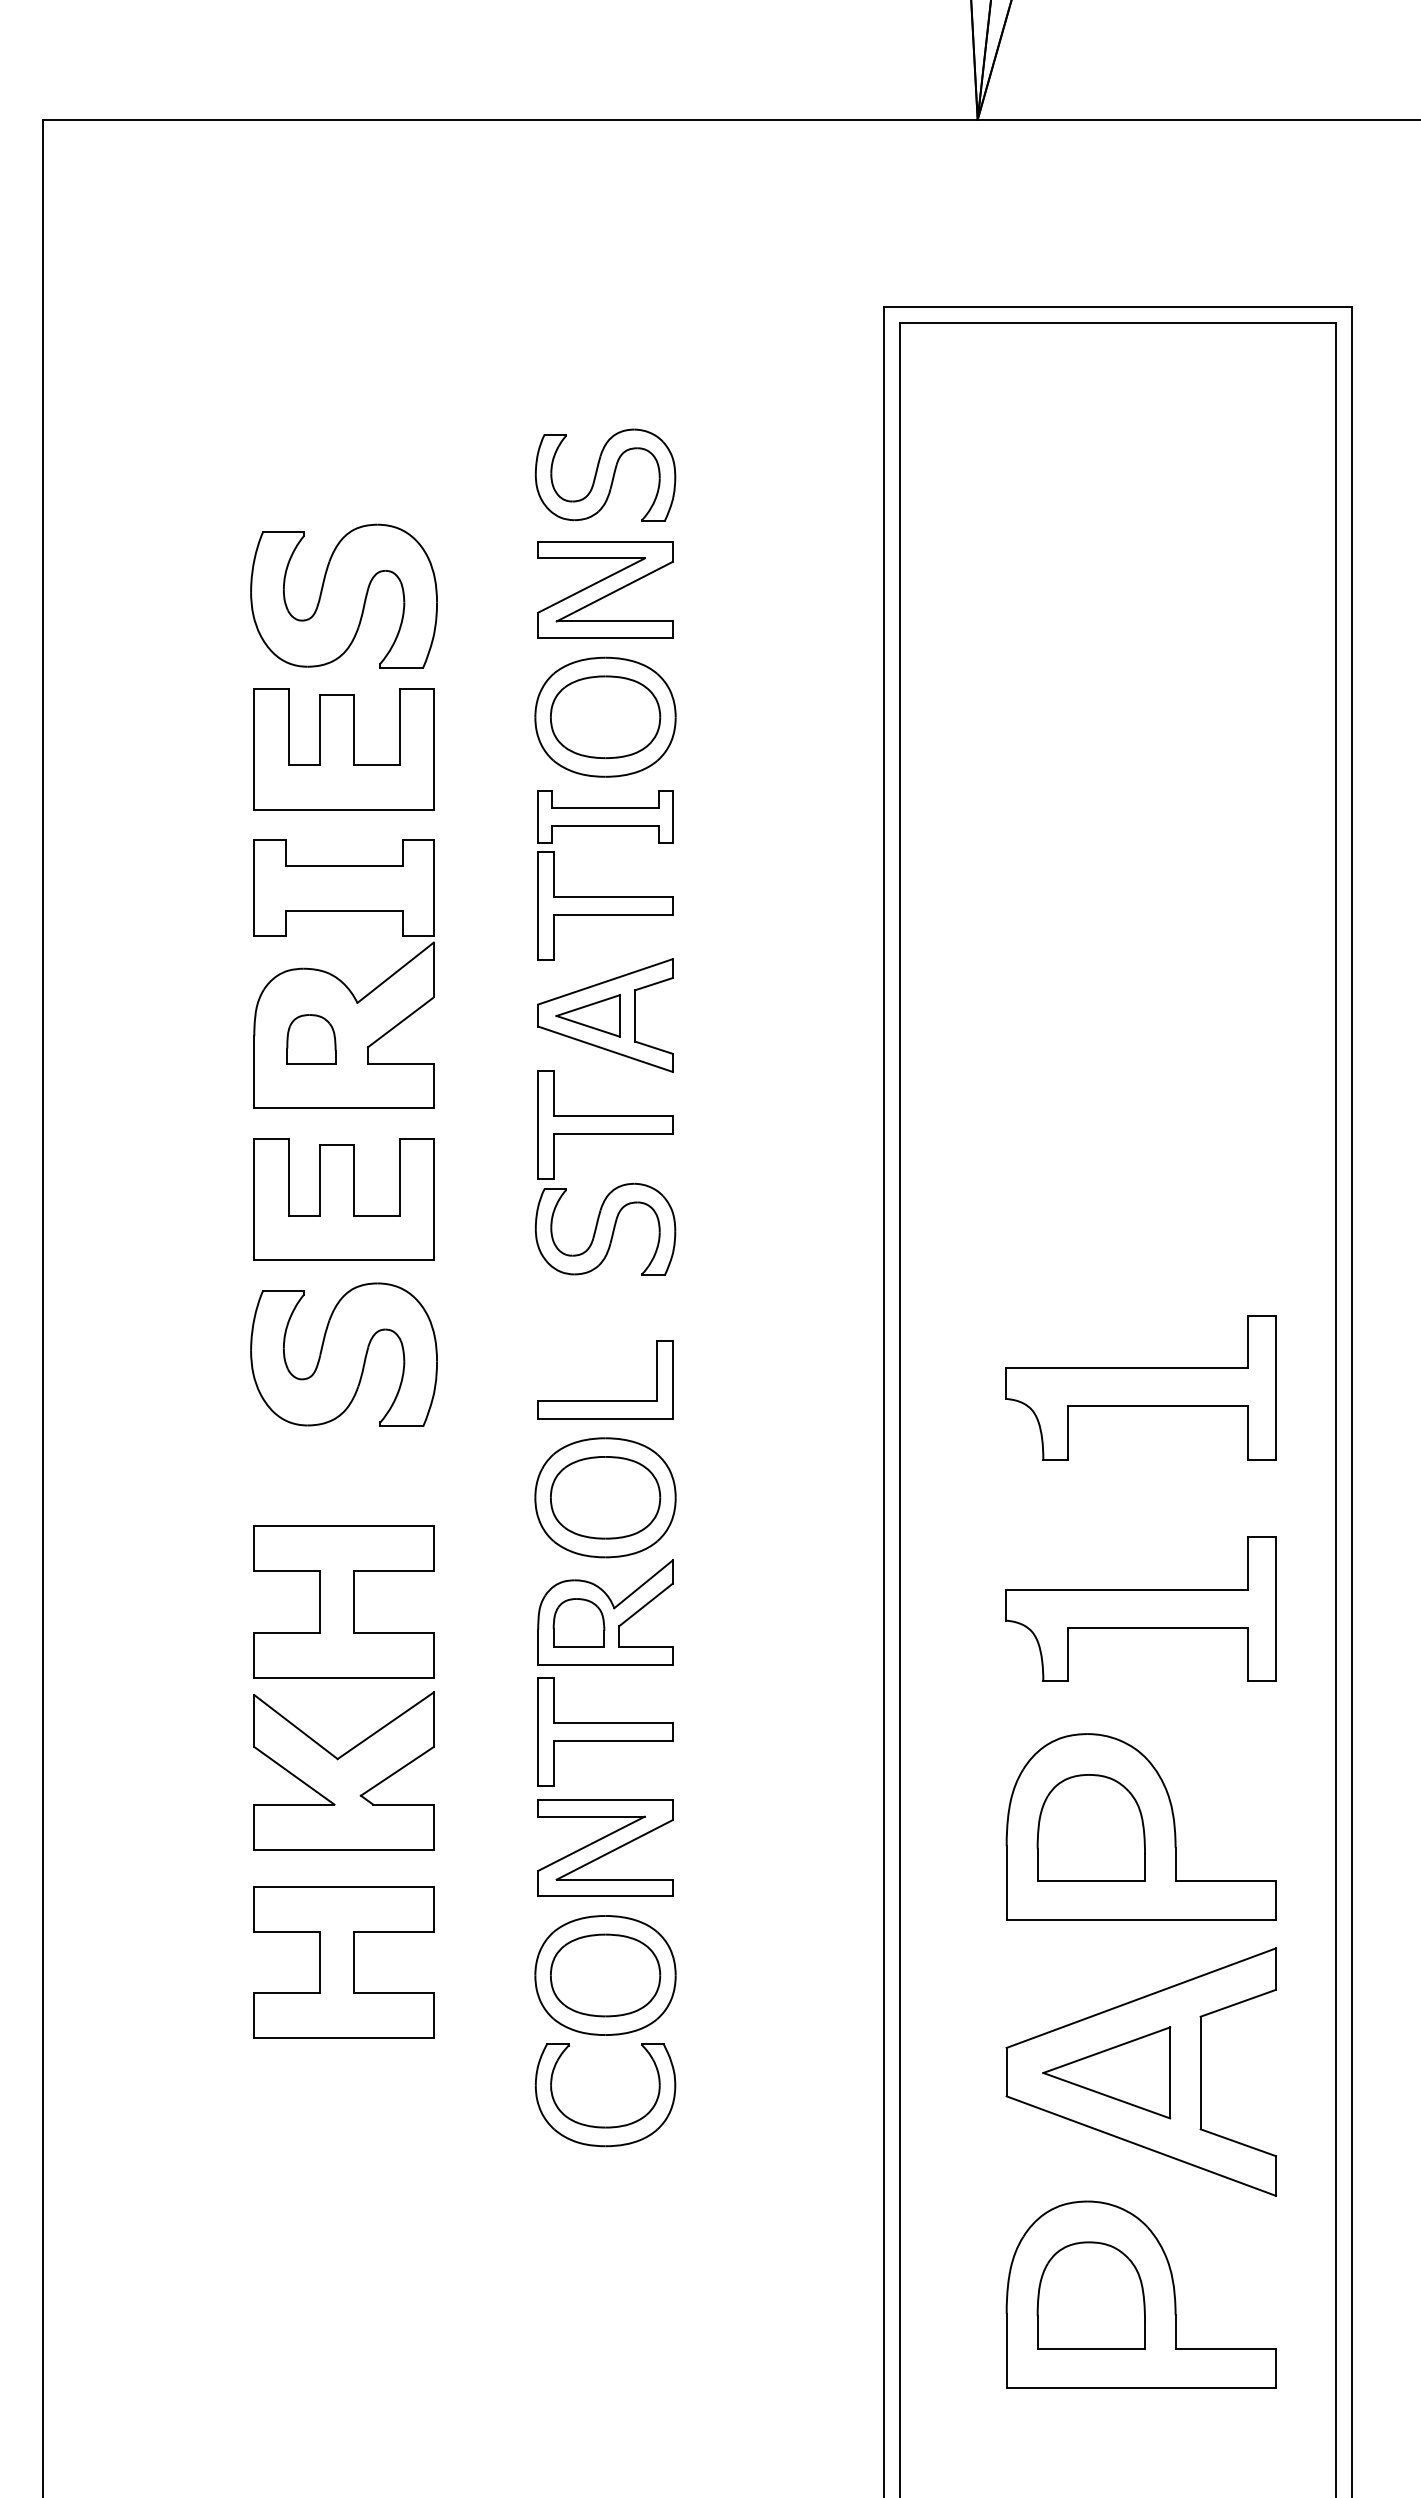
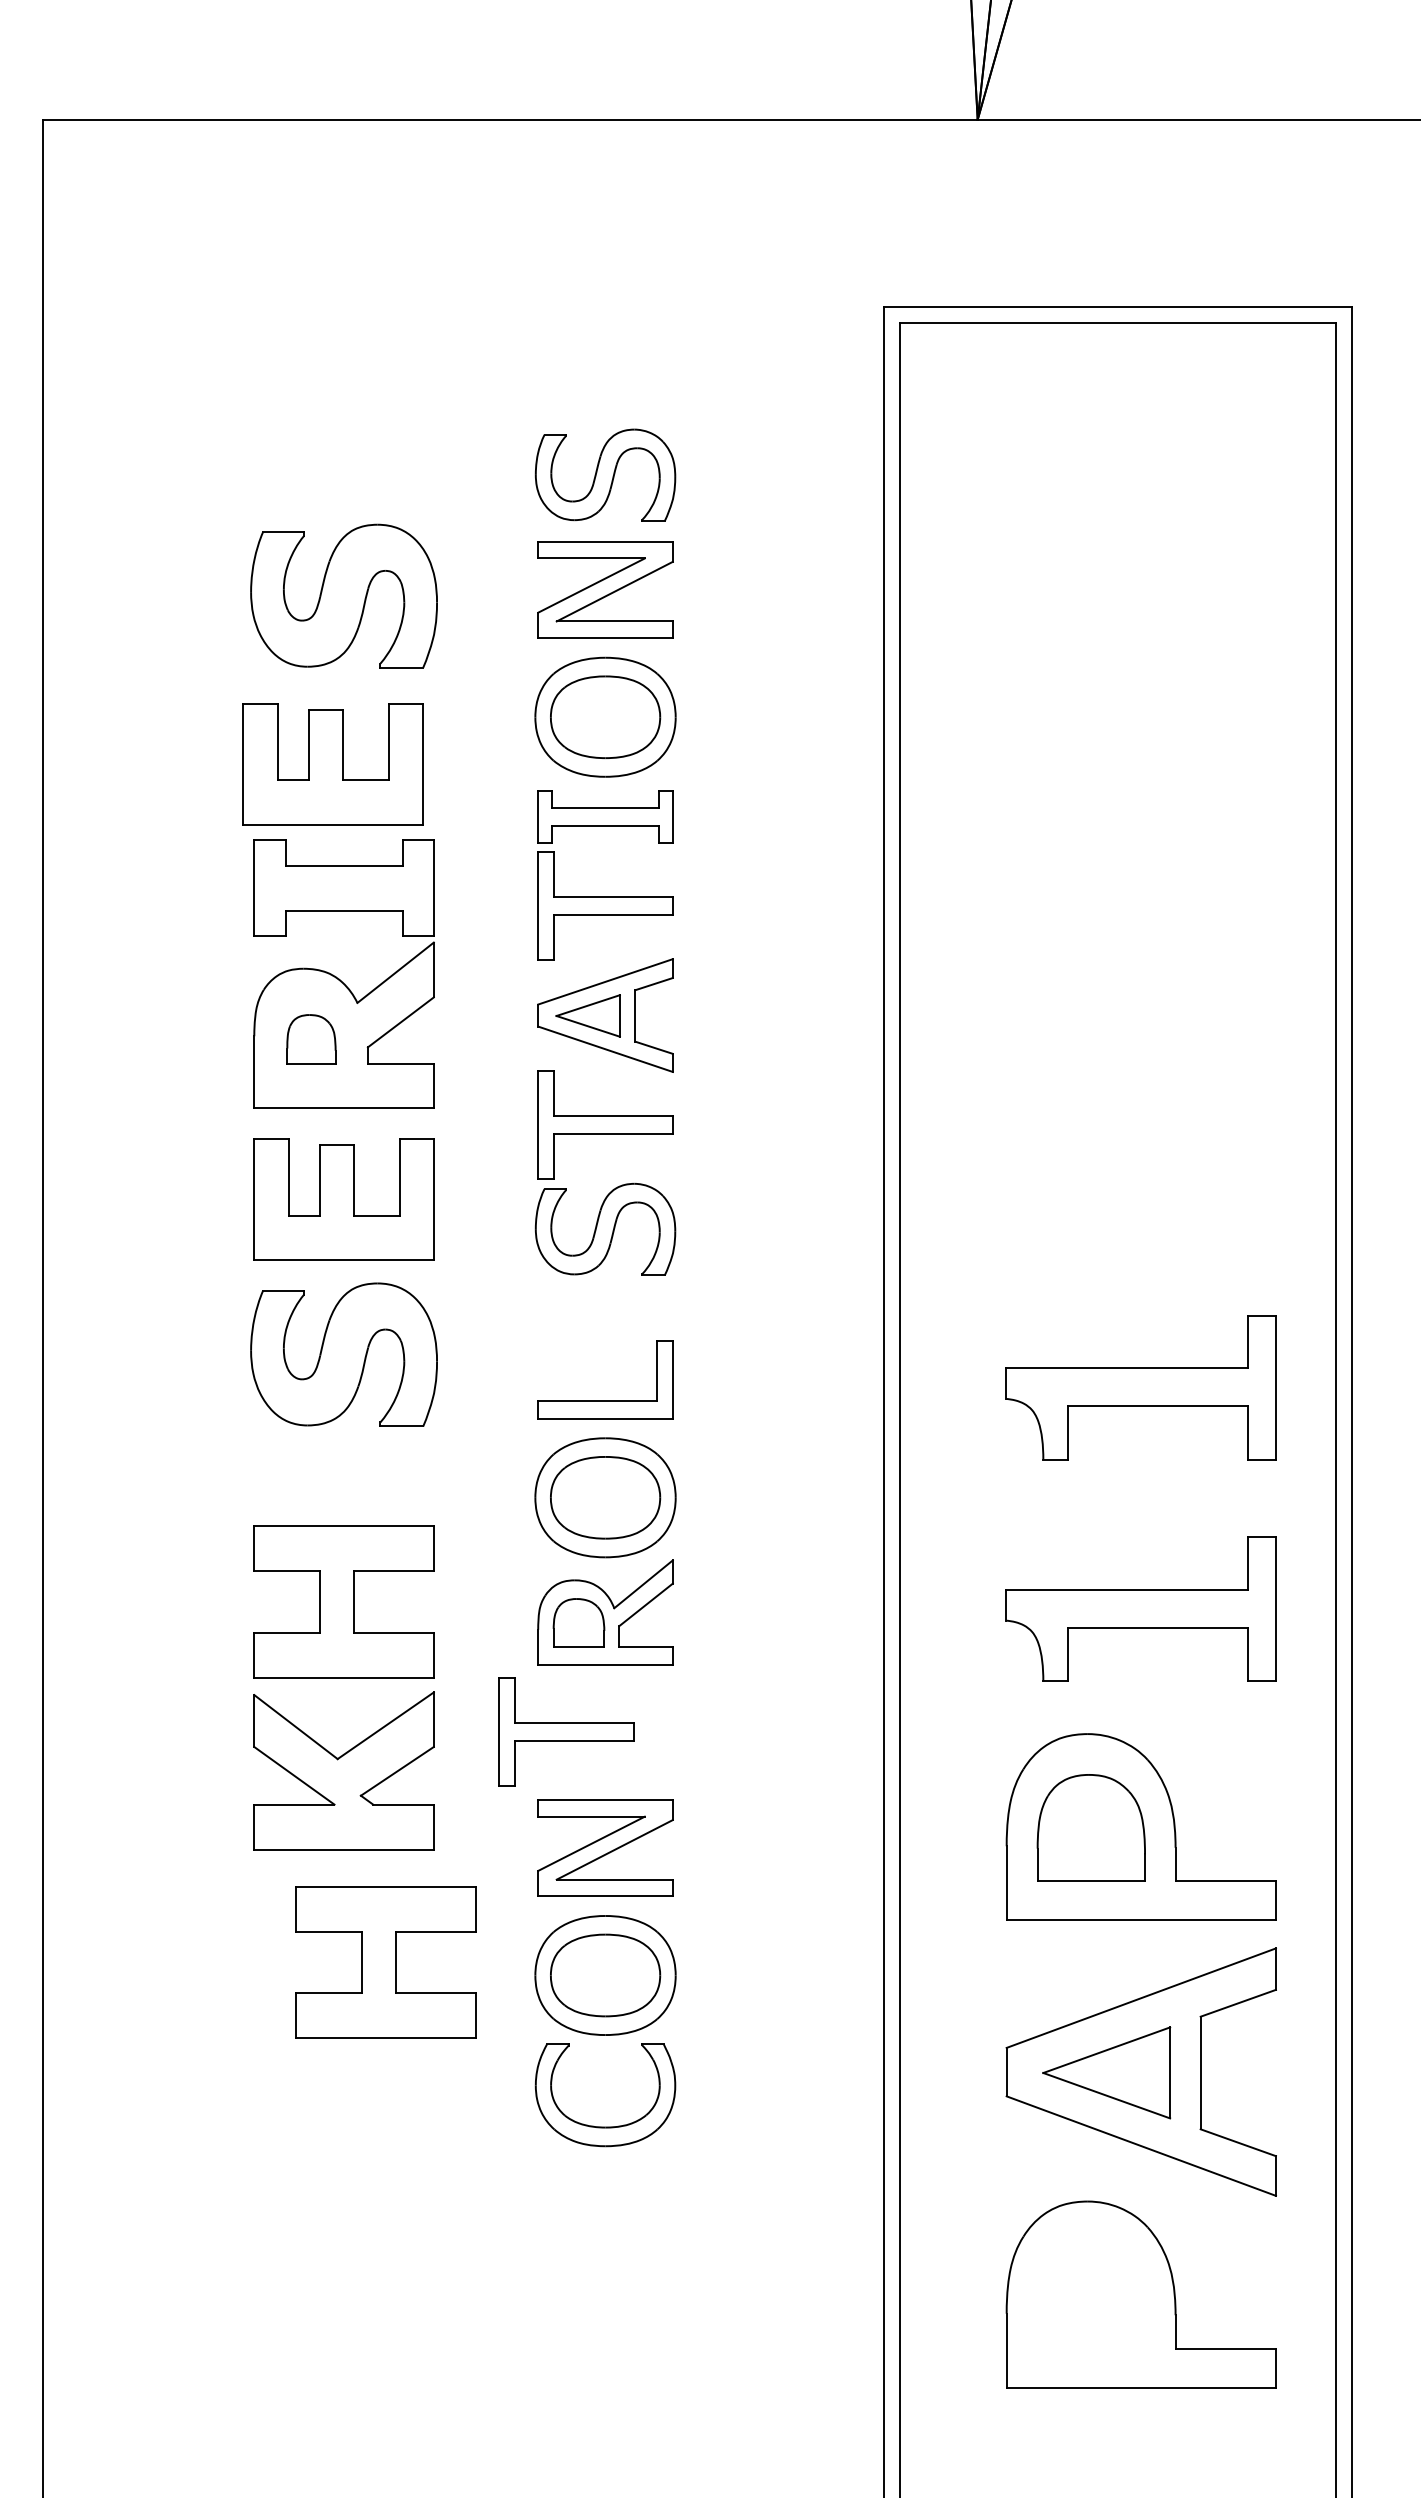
part at (343, 749) position: (343, 749) -> (332, 764)
part at (605, 1731) position: (605, 1731) -> (566, 1731)
part at (343, 1962) position: (343, 1962) -> (385, 1962)
part at (1090, 2295): present -> none
